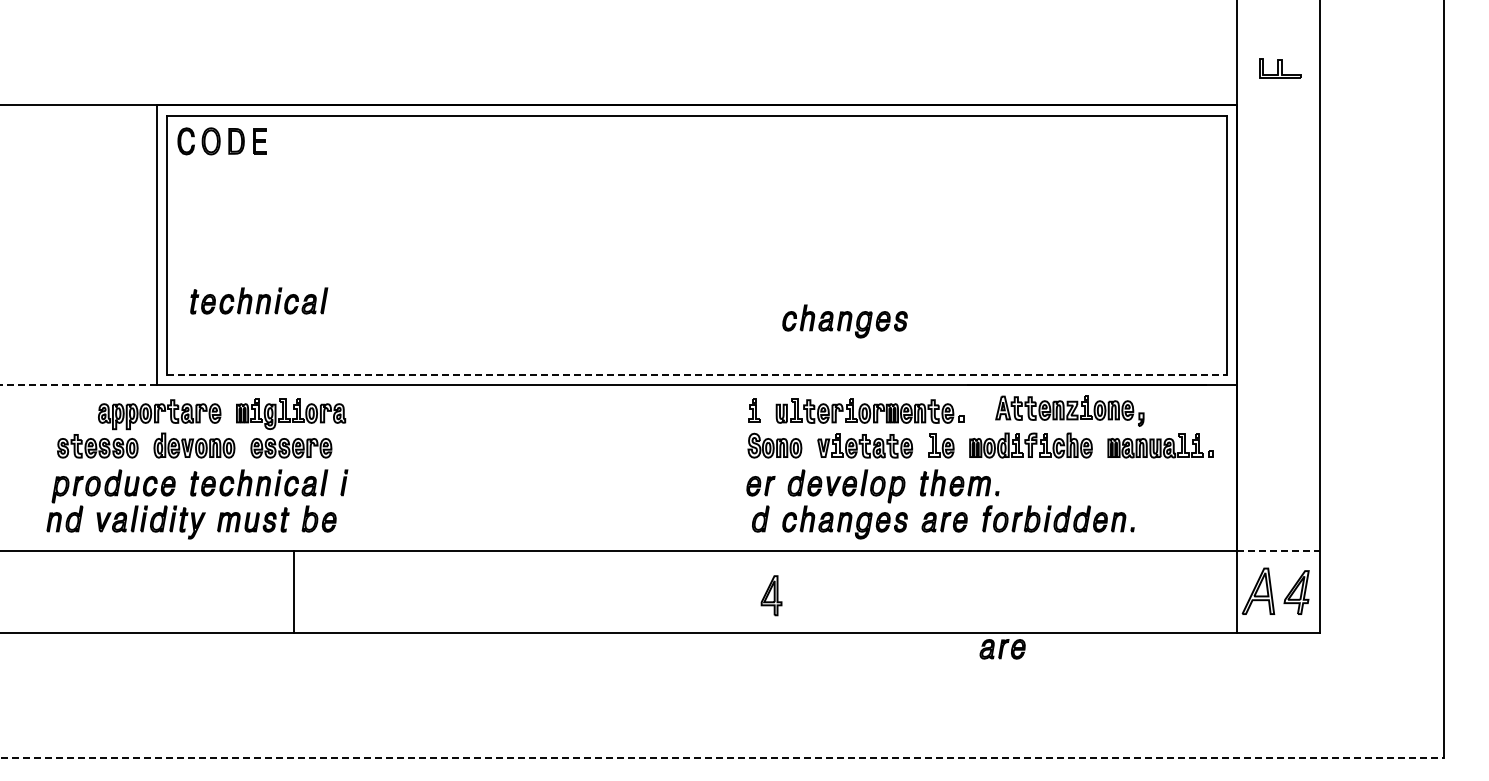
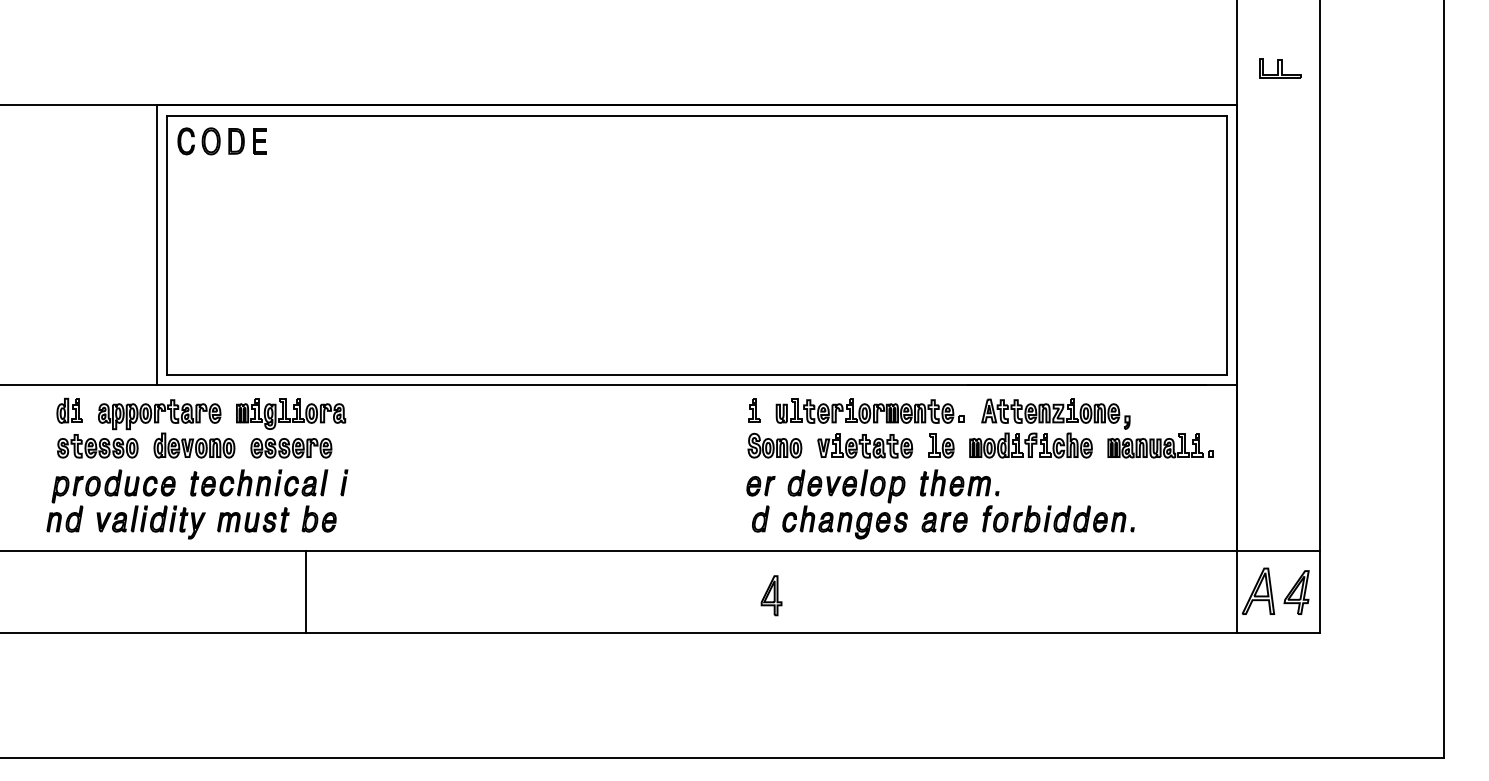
part at (259, 300): present -> none
part at (844, 321): present -> none
line at (697, 374): dashed -> solid
line at (78, 384): dashed -> solid
part at (69, 410): none -> present
part at (1069, 410) position: (1069, 410) -> (1055, 413)
line at (1279, 550): dashed -> solid
line at (293, 591) position: (293, 591) -> (305, 591)
part at (1002, 649): present -> none
line at (722, 757): dashed -> solid
